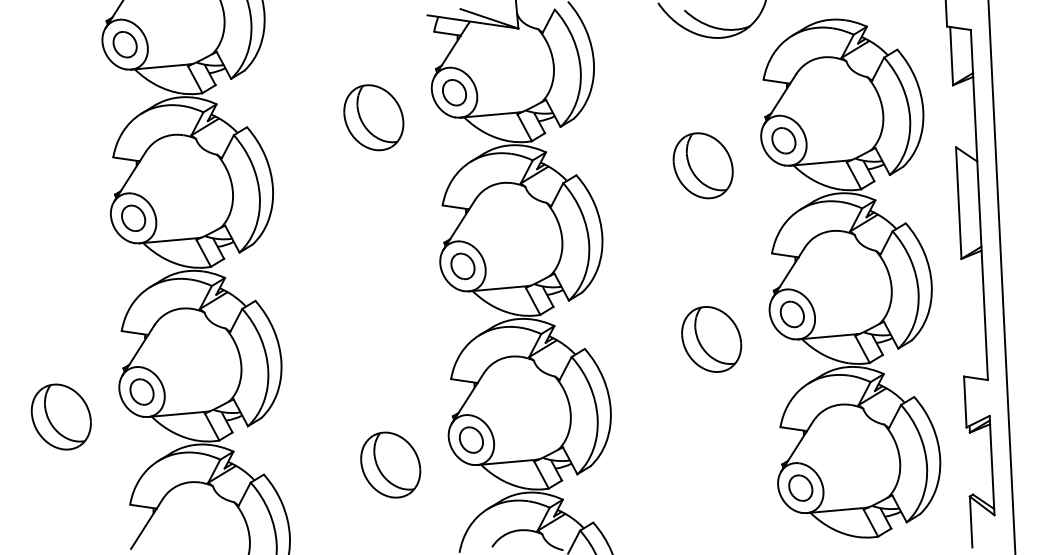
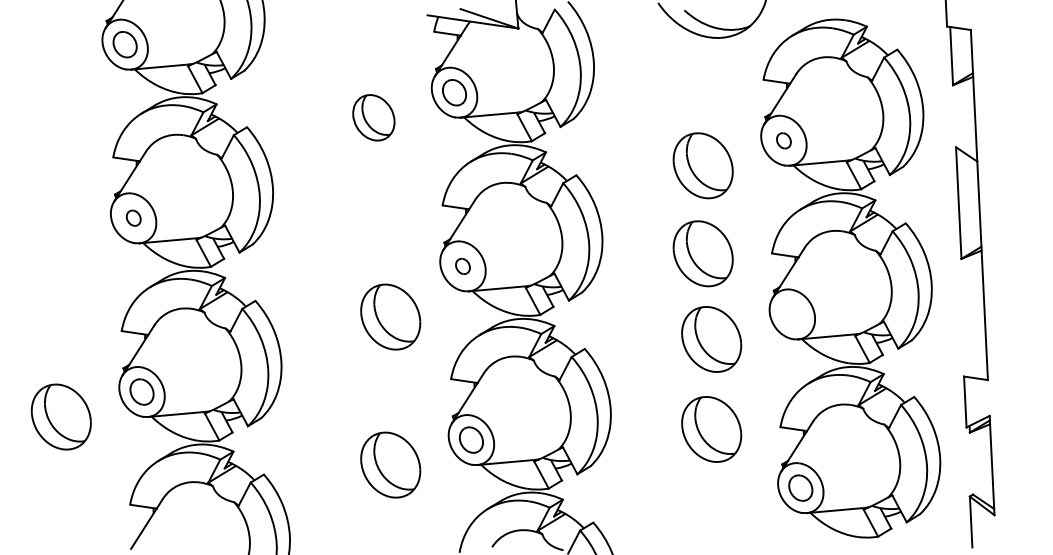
part at (373, 117) size: 62x68 px -> 44x48 px
part at (783, 140) size: 26x28 px -> 16x18 px
part at (133, 217) size: 26x28 px -> 17x18 px
part at (702, 253): none -> present
part at (462, 266) size: 26x29 px -> 16x18 px
line at (1001, 276): present -> none
part at (791, 314): present -> none
part at (390, 316): none -> present
part at (711, 429): none -> present
